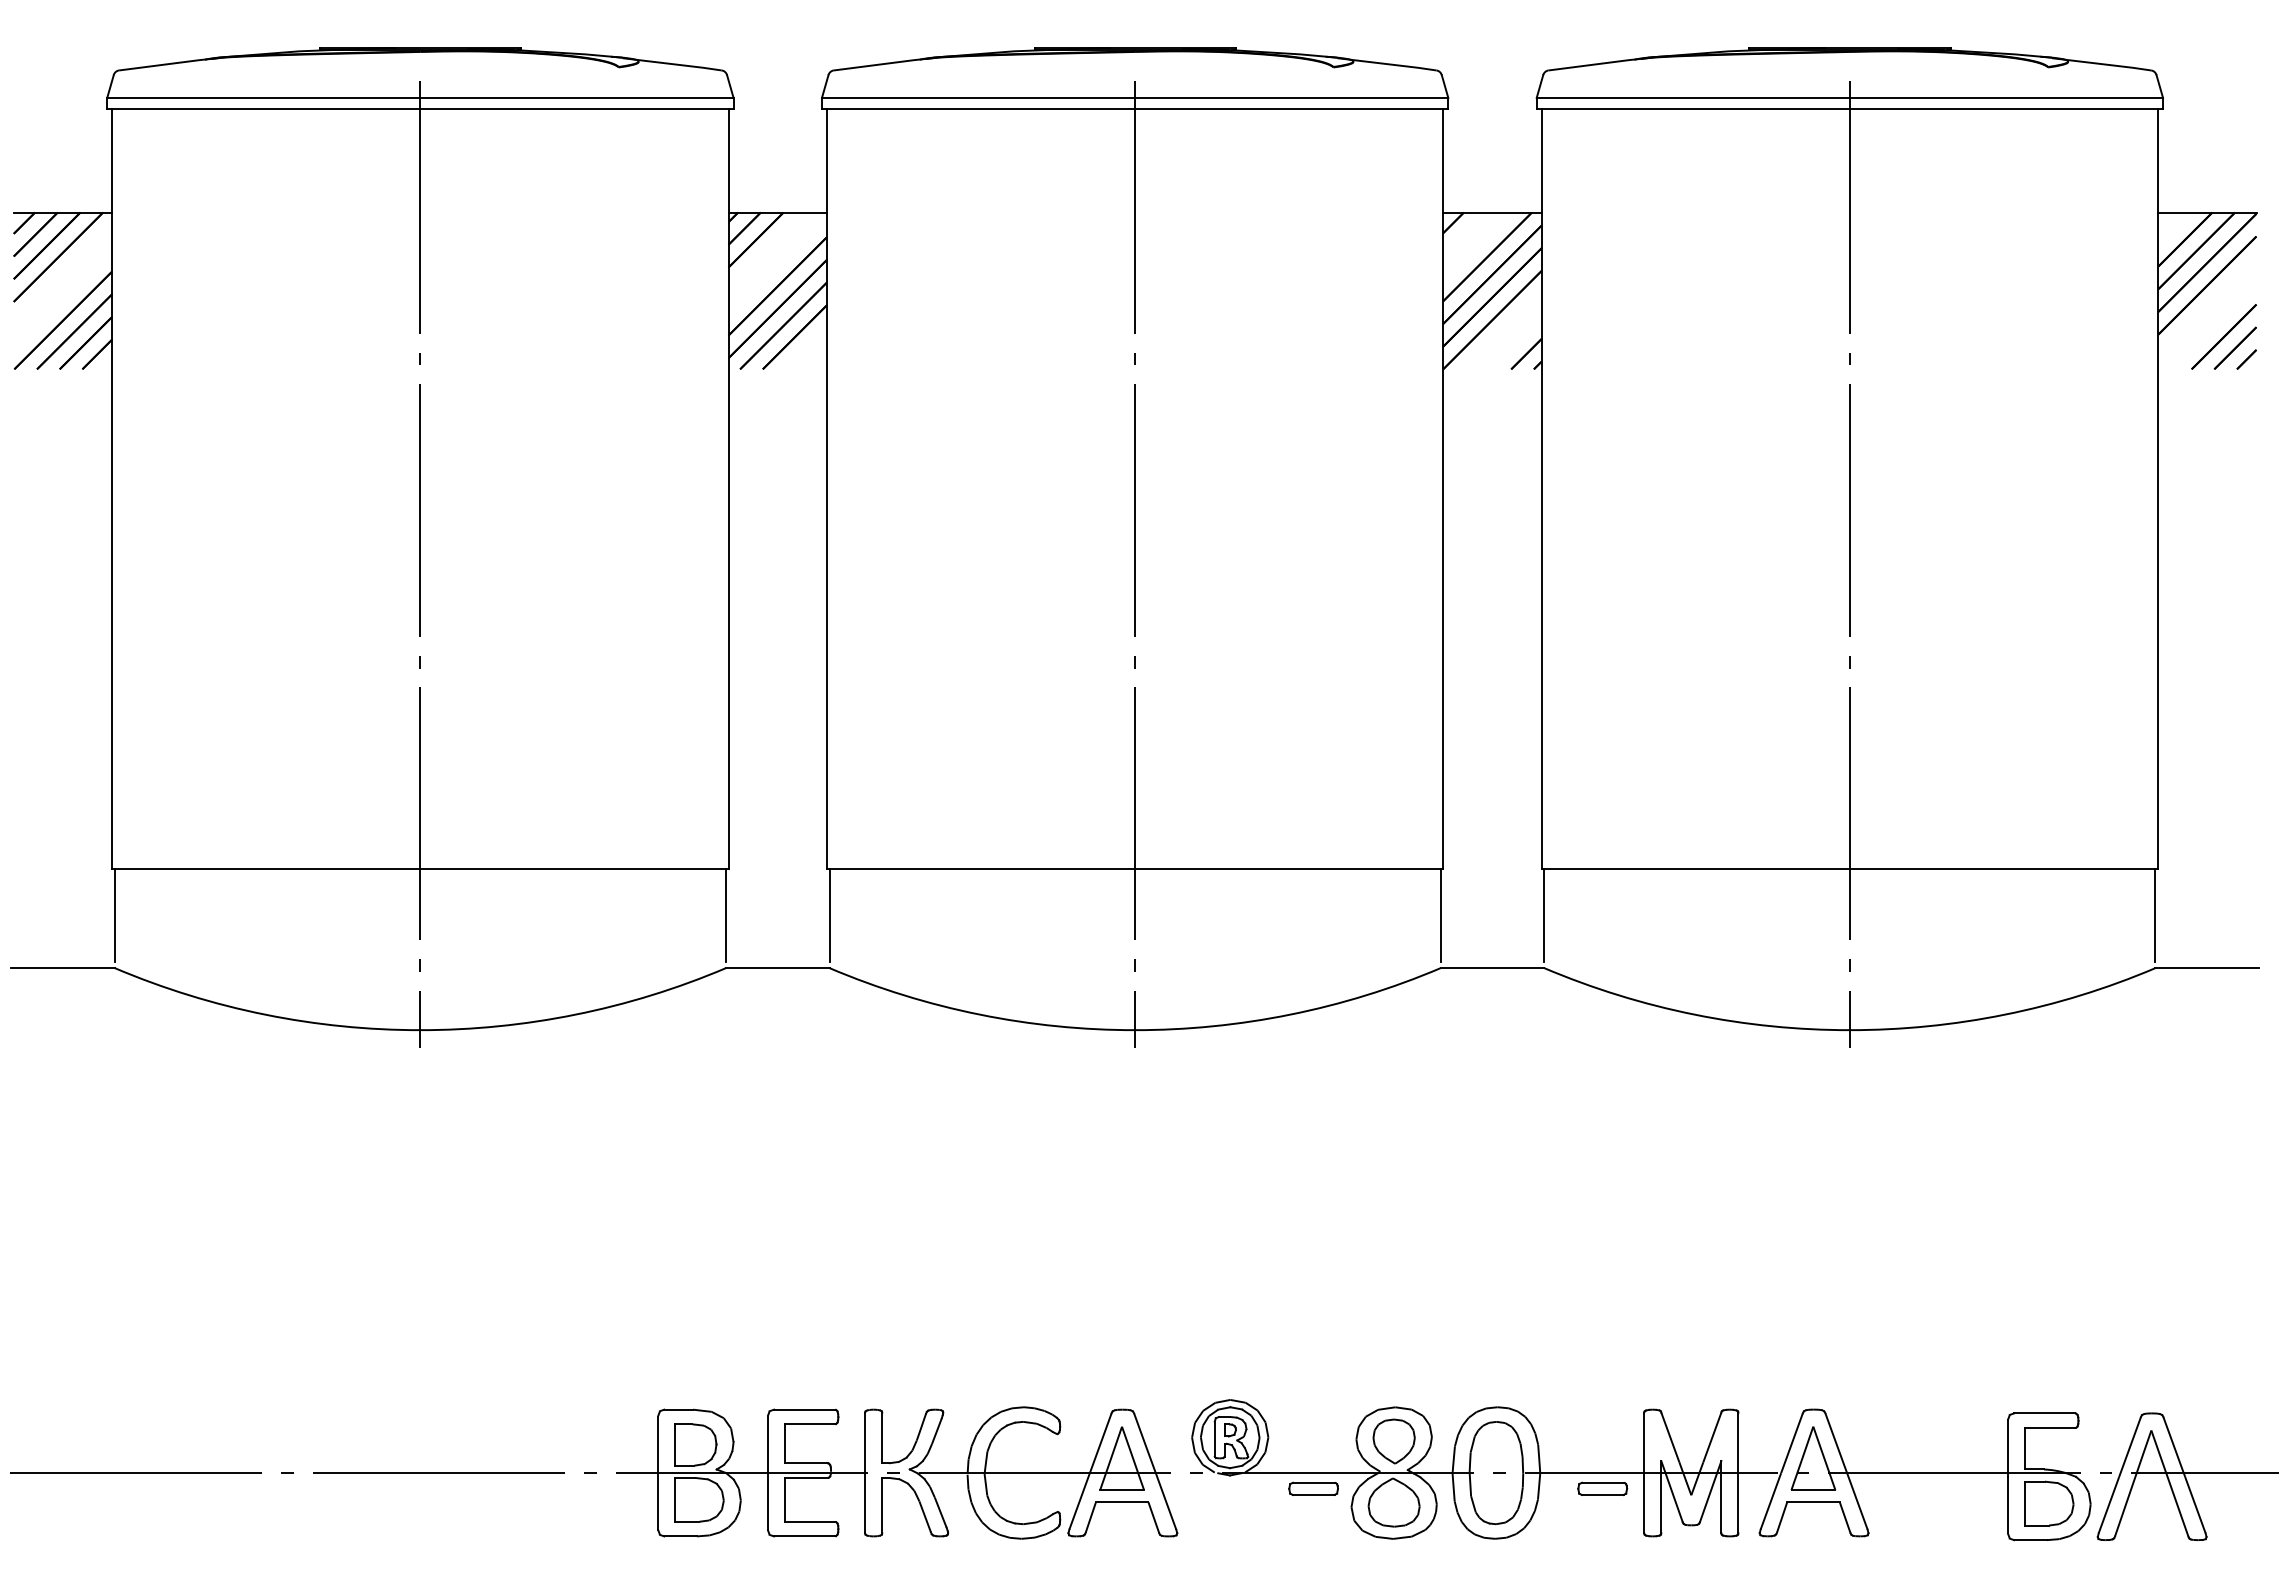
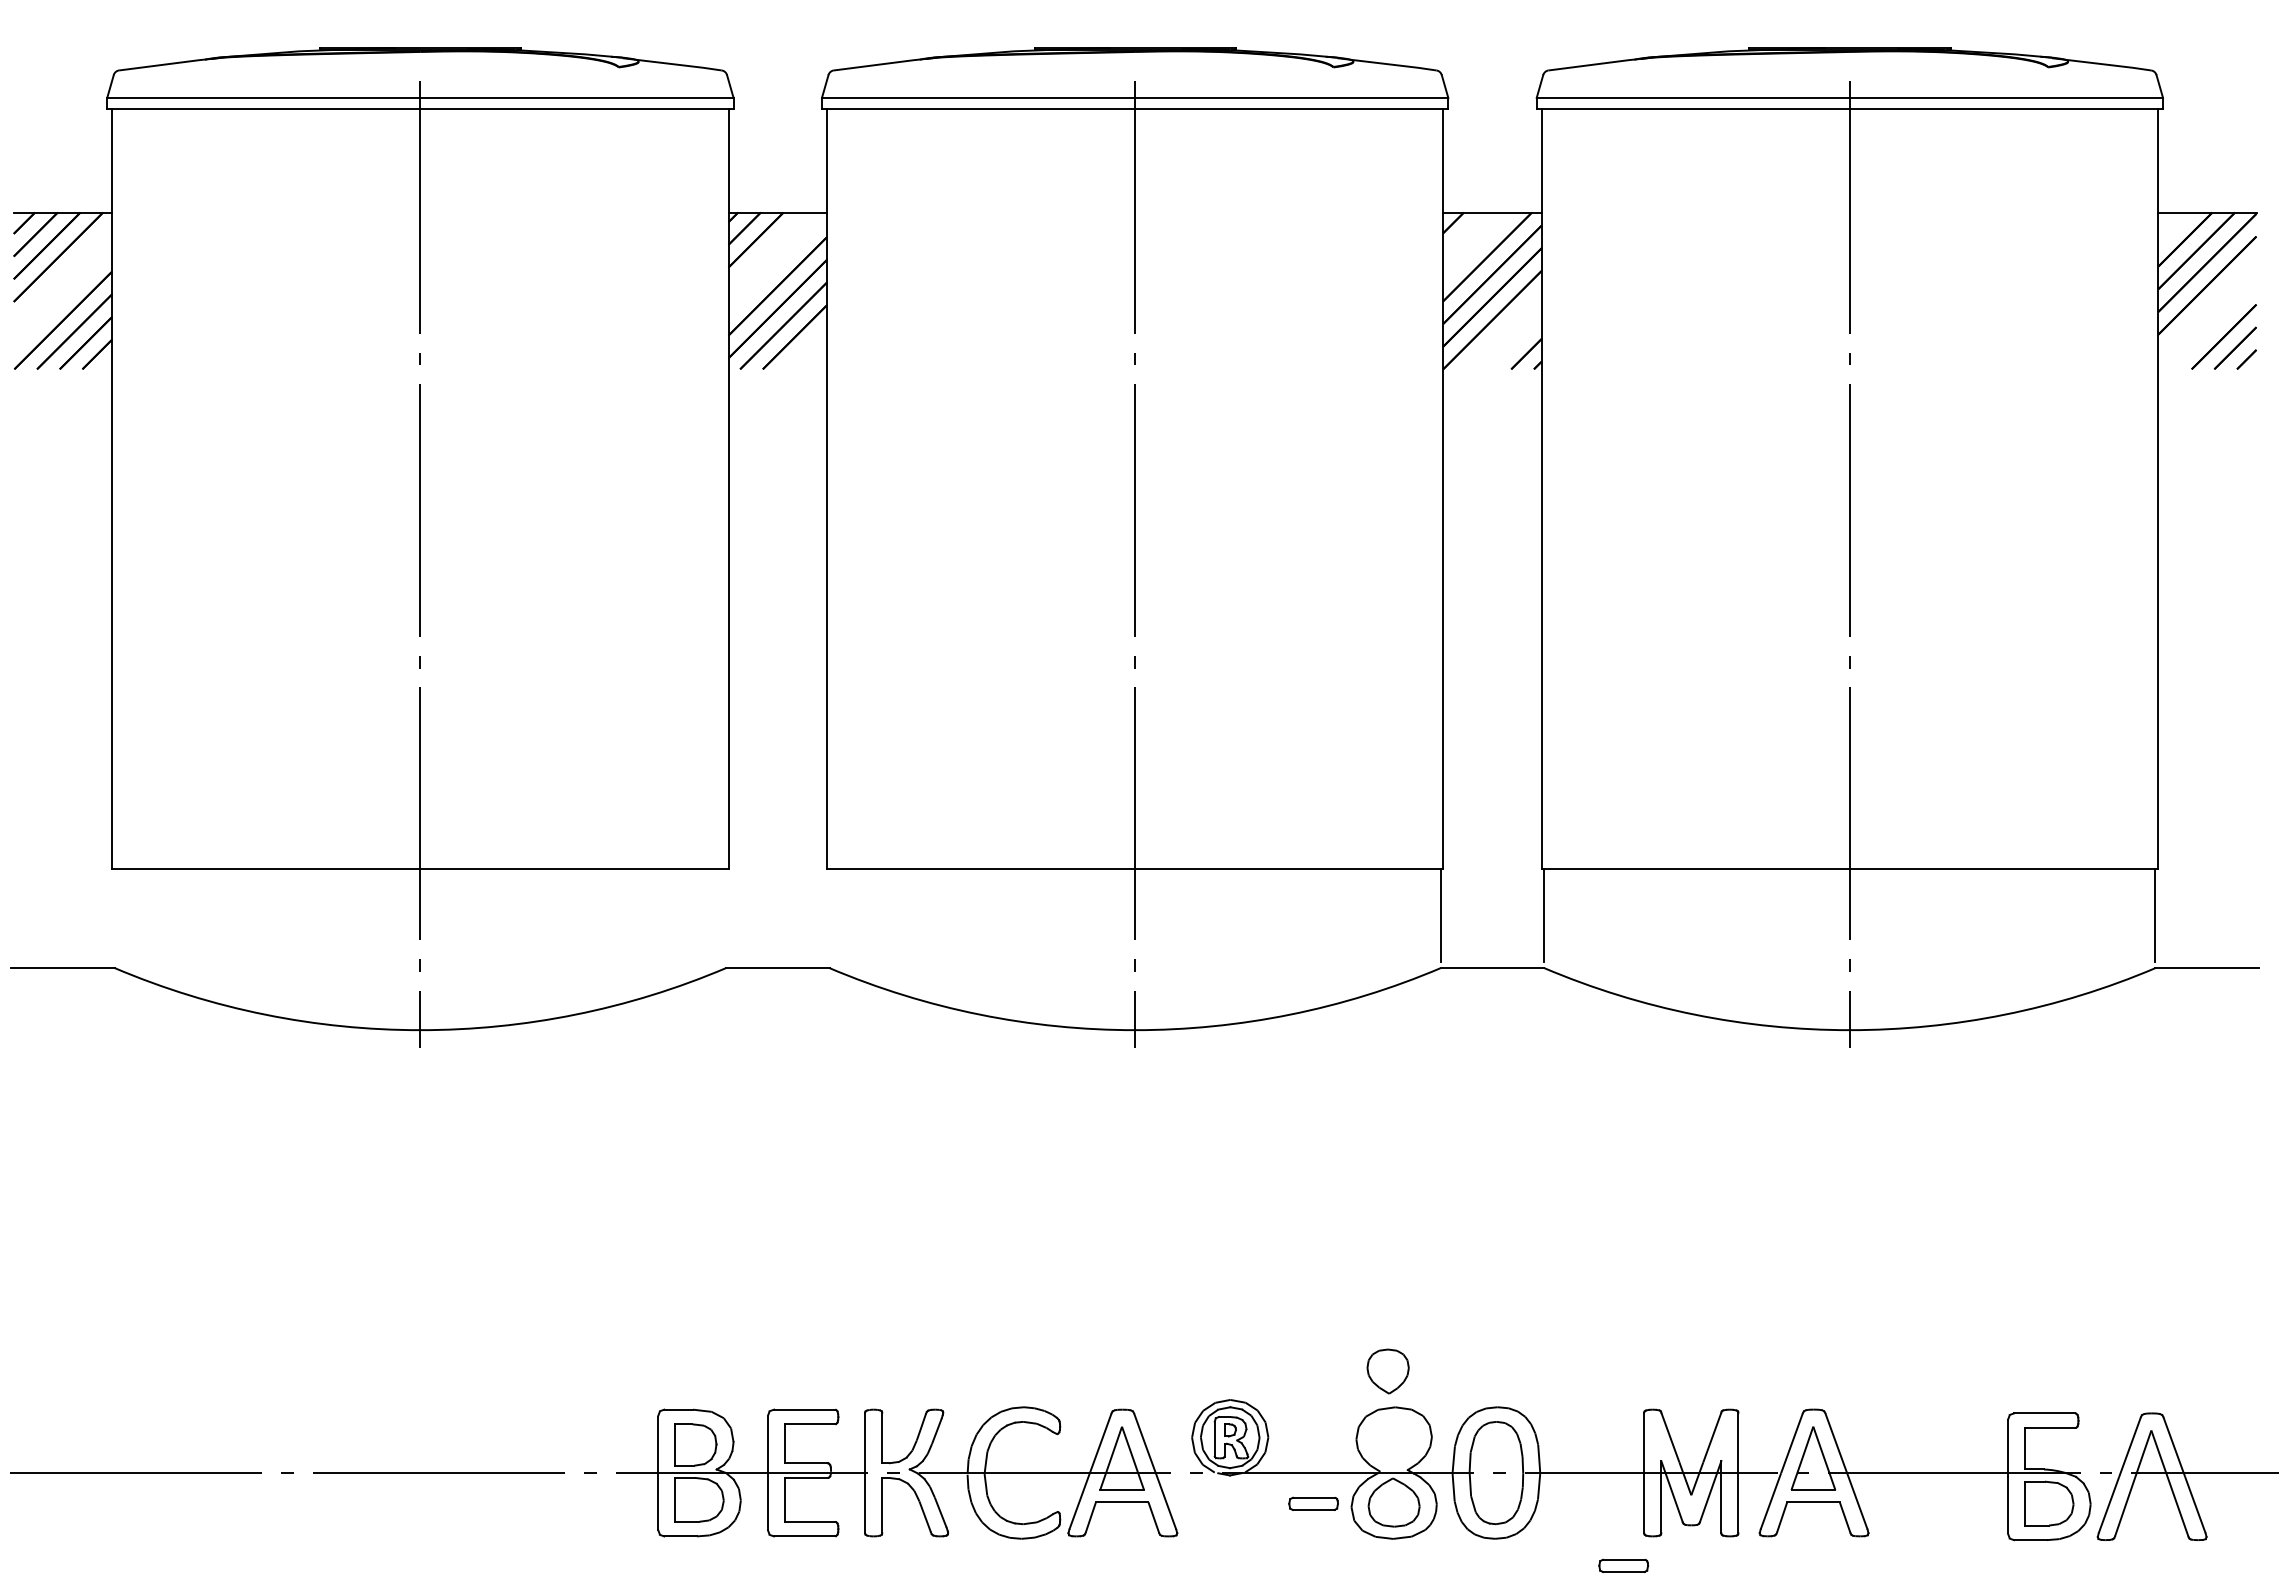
line at (114, 915): present -> none
line at (726, 915): present -> none
line at (829, 915): present -> none
part at (1393, 1441) position: (1393, 1441) -> (1387, 1371)
part at (1313, 1488) position: (1313, 1488) -> (1313, 1503)
part at (1602, 1488) position: (1602, 1488) -> (1623, 1565)
